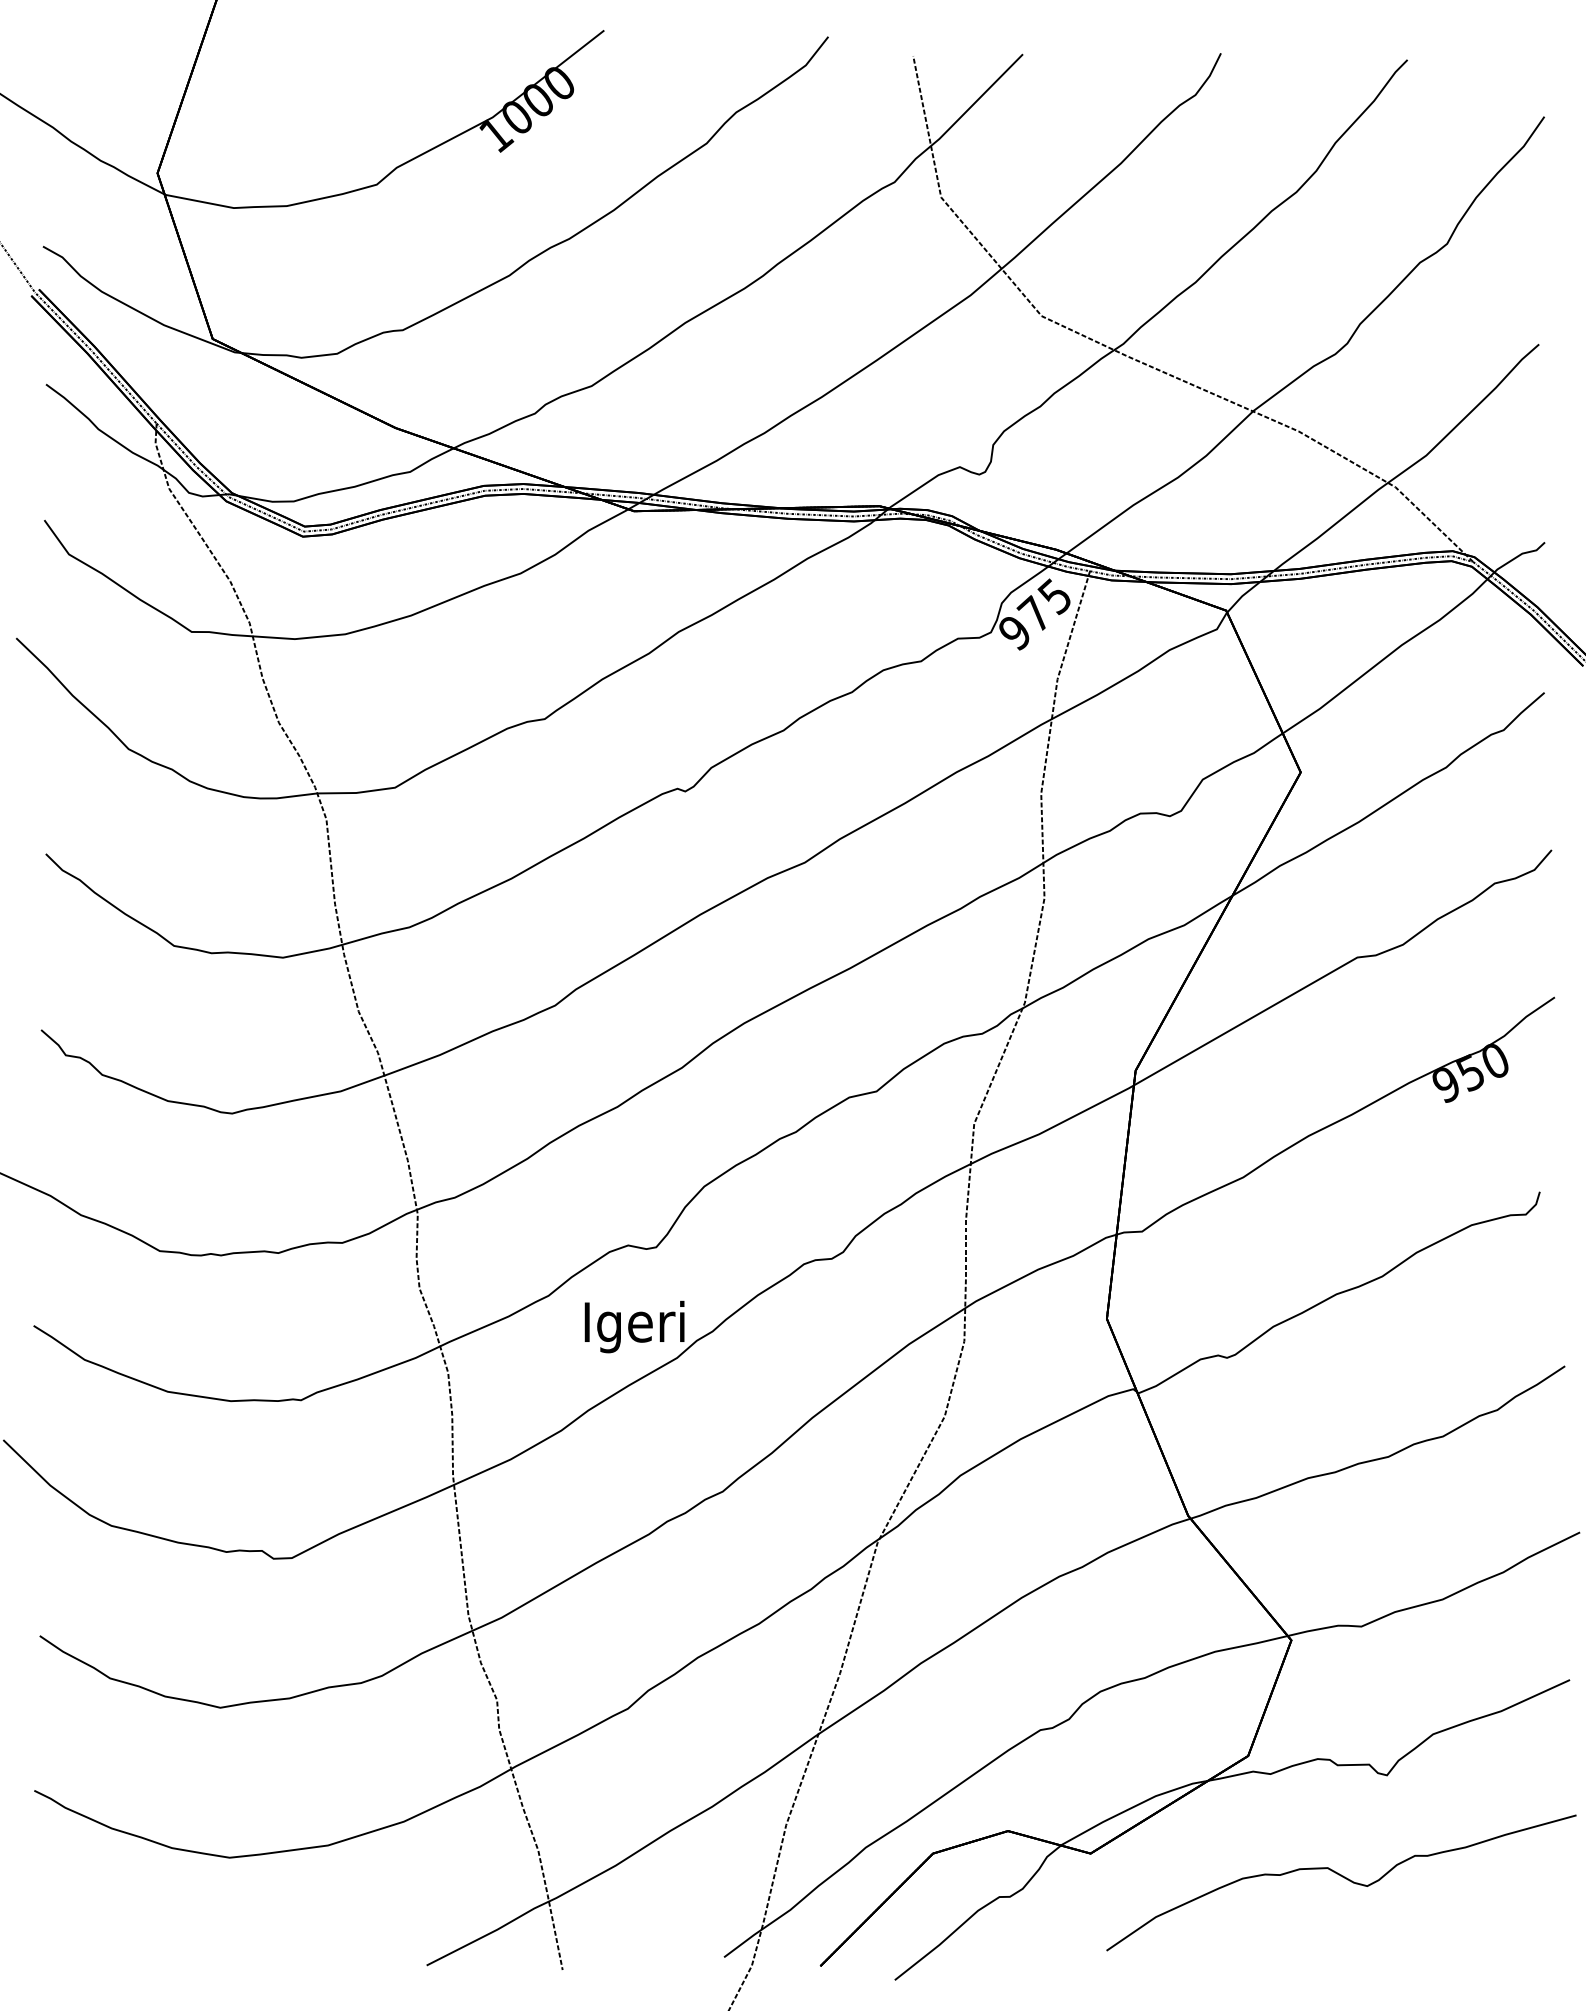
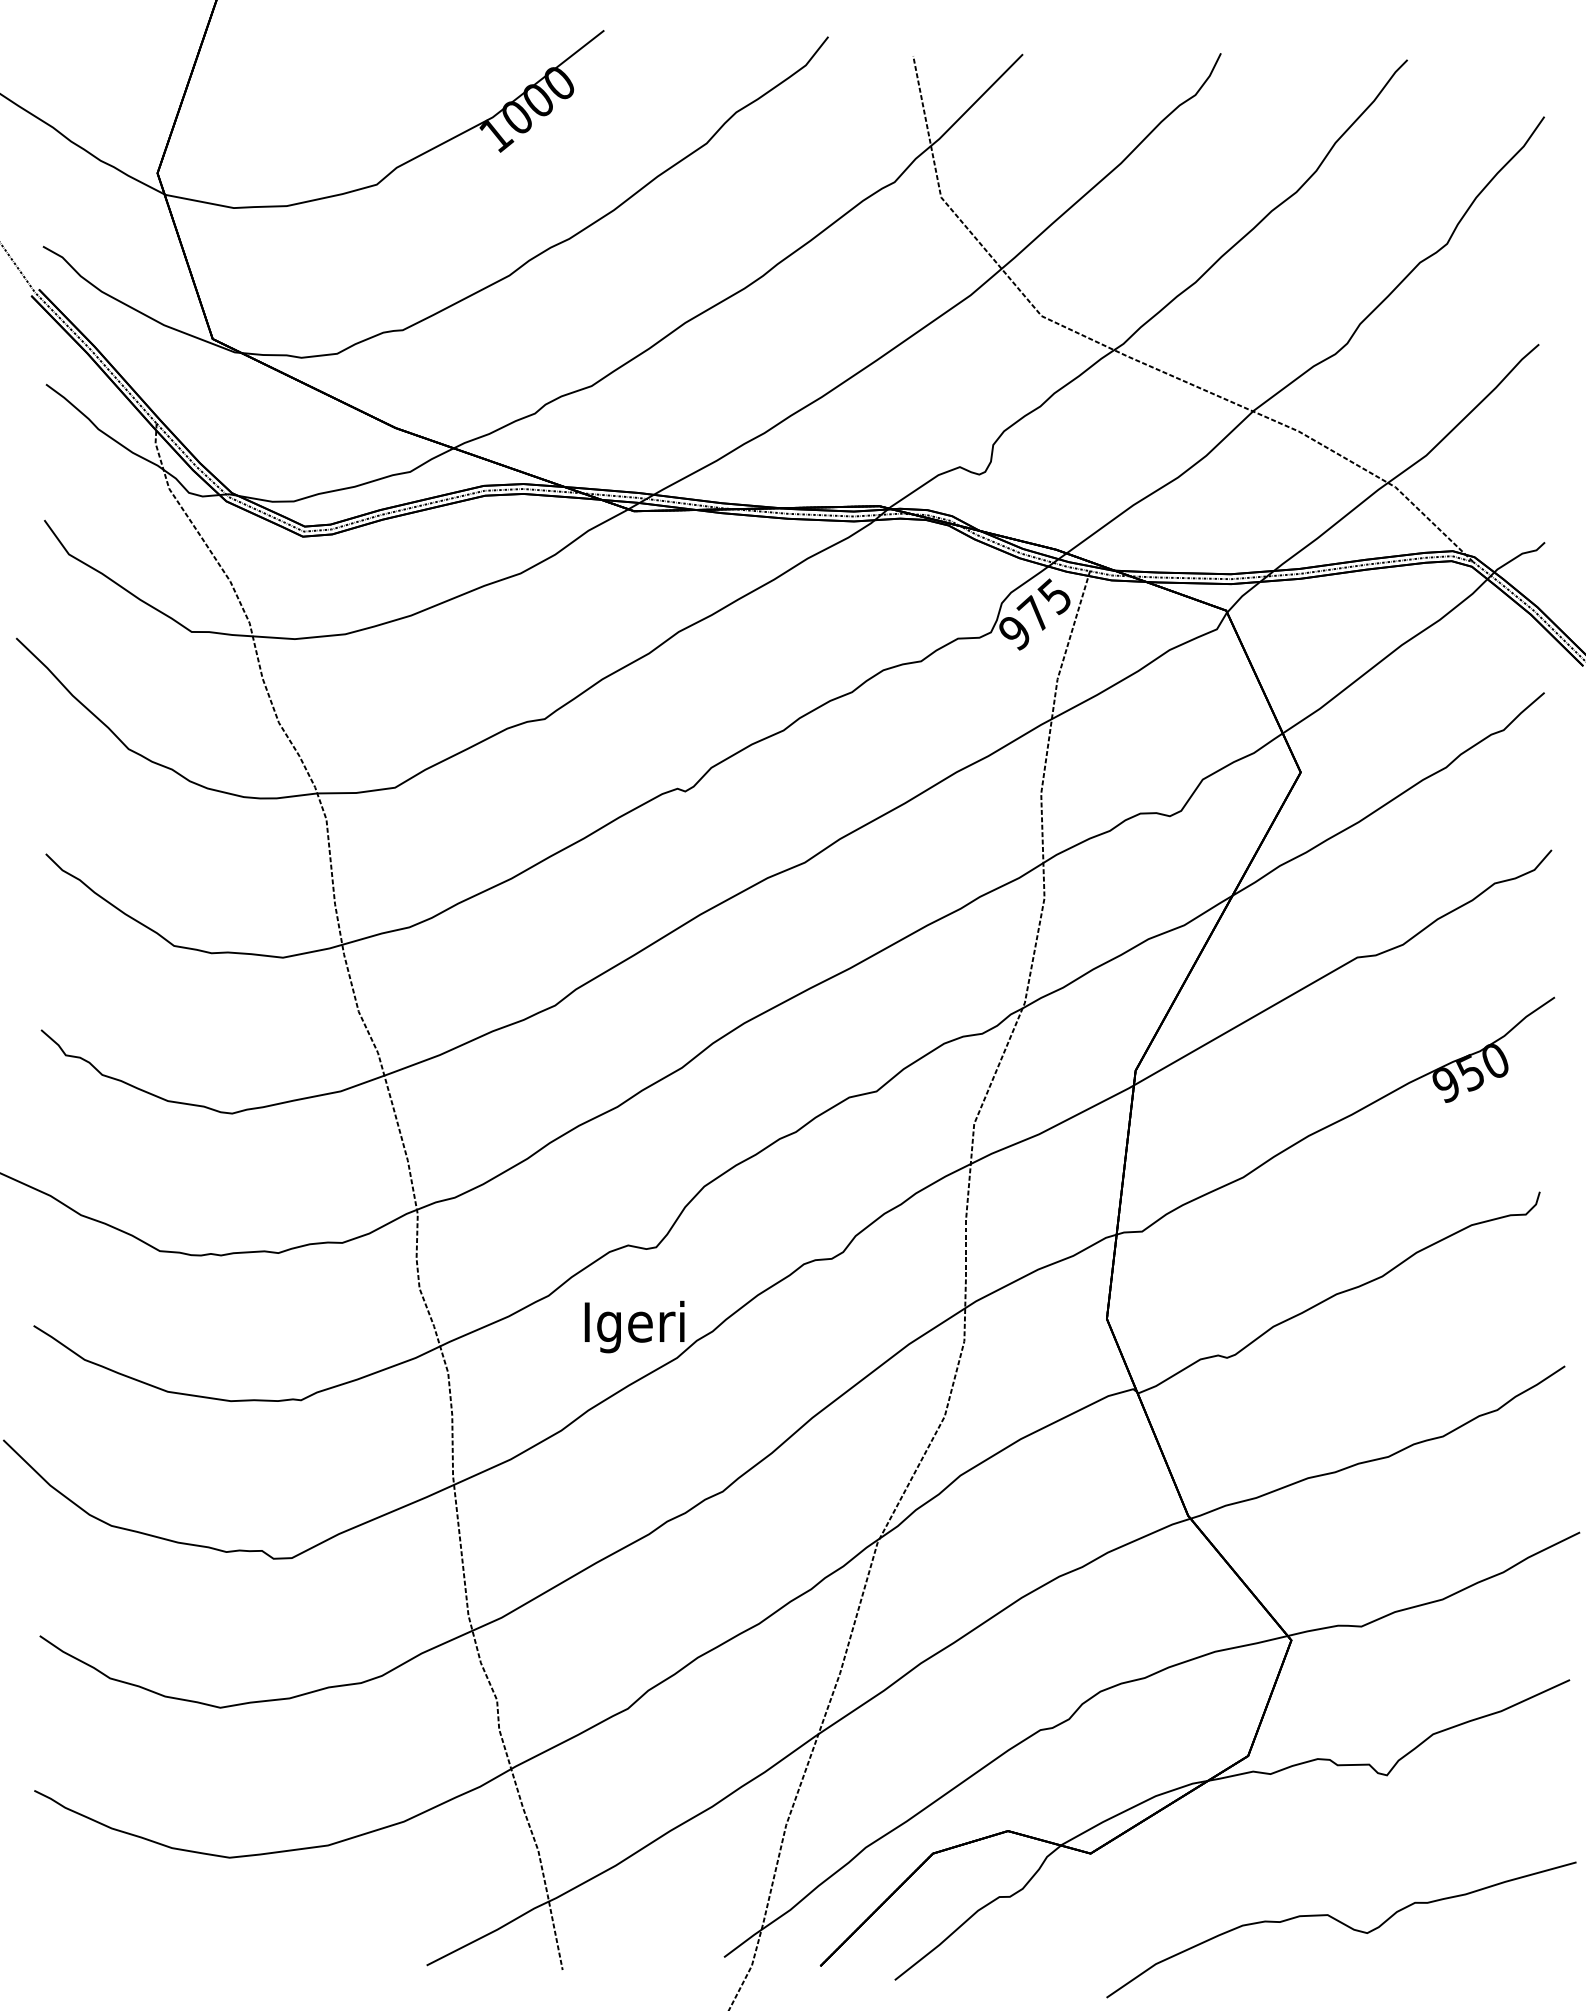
curve at (1344, 1878) position: (1344, 1878) -> (1344, 1925)
